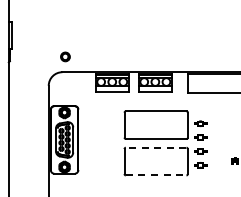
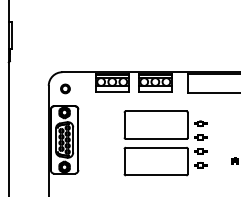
part at (65, 56) position: (65, 56) -> (65, 88)
line at (155, 147): dashed -> solid
line at (156, 175): dashed -> solid
